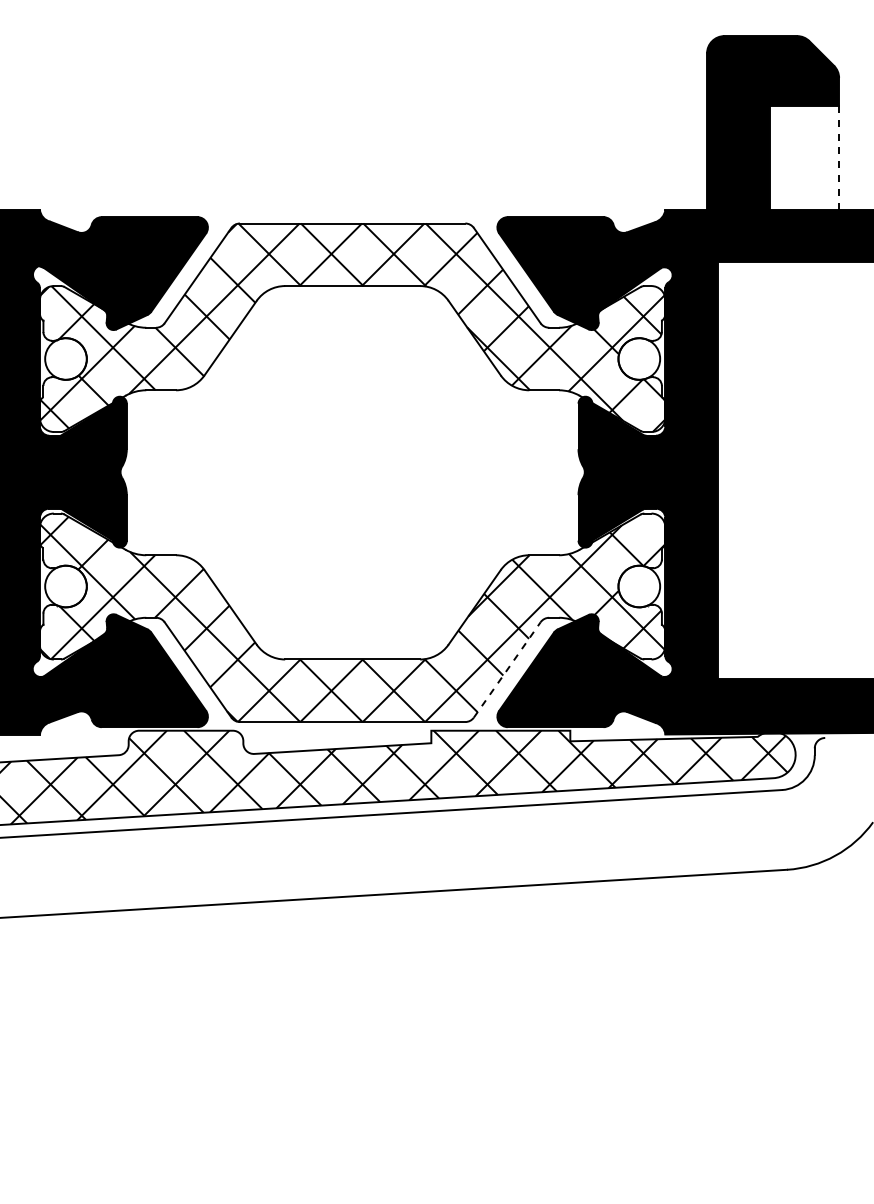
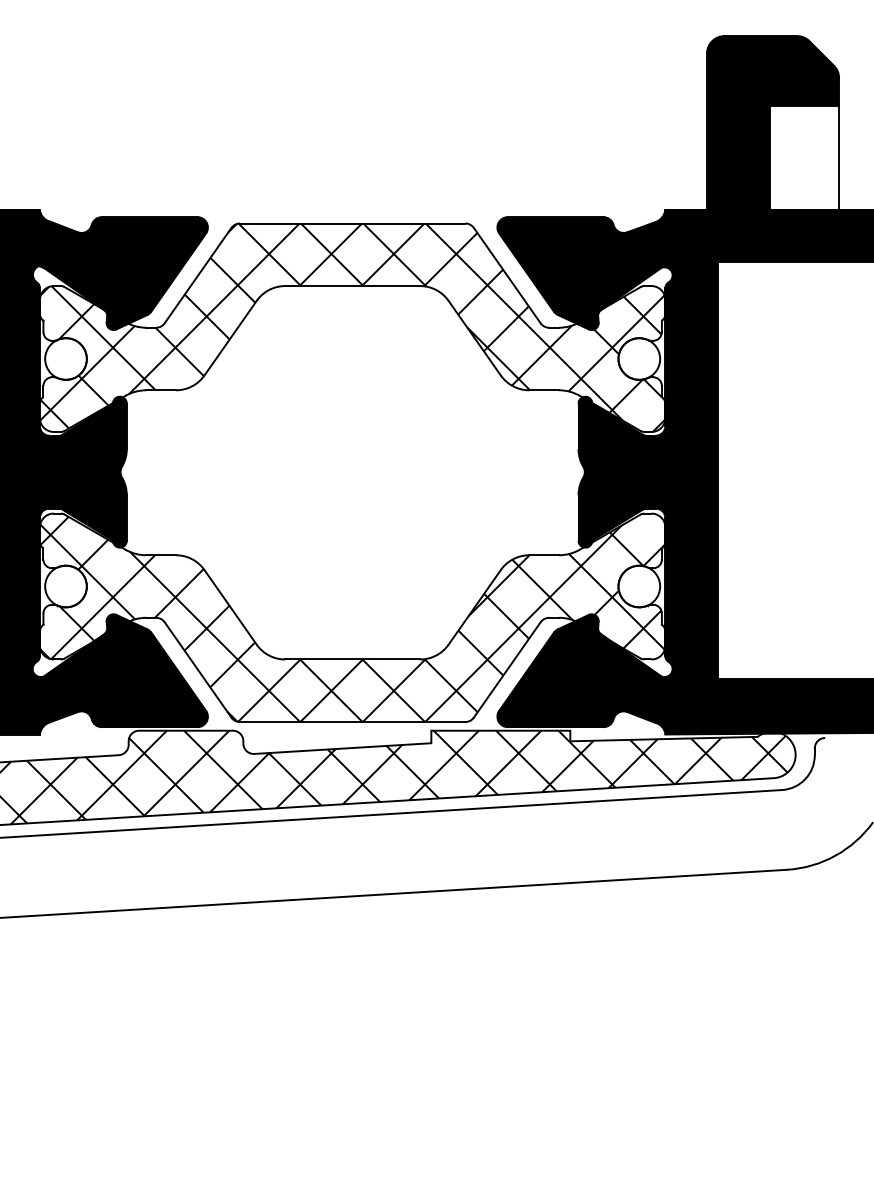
line at (839, 158): dashed -> solid
line at (507, 669): dashed -> solid
